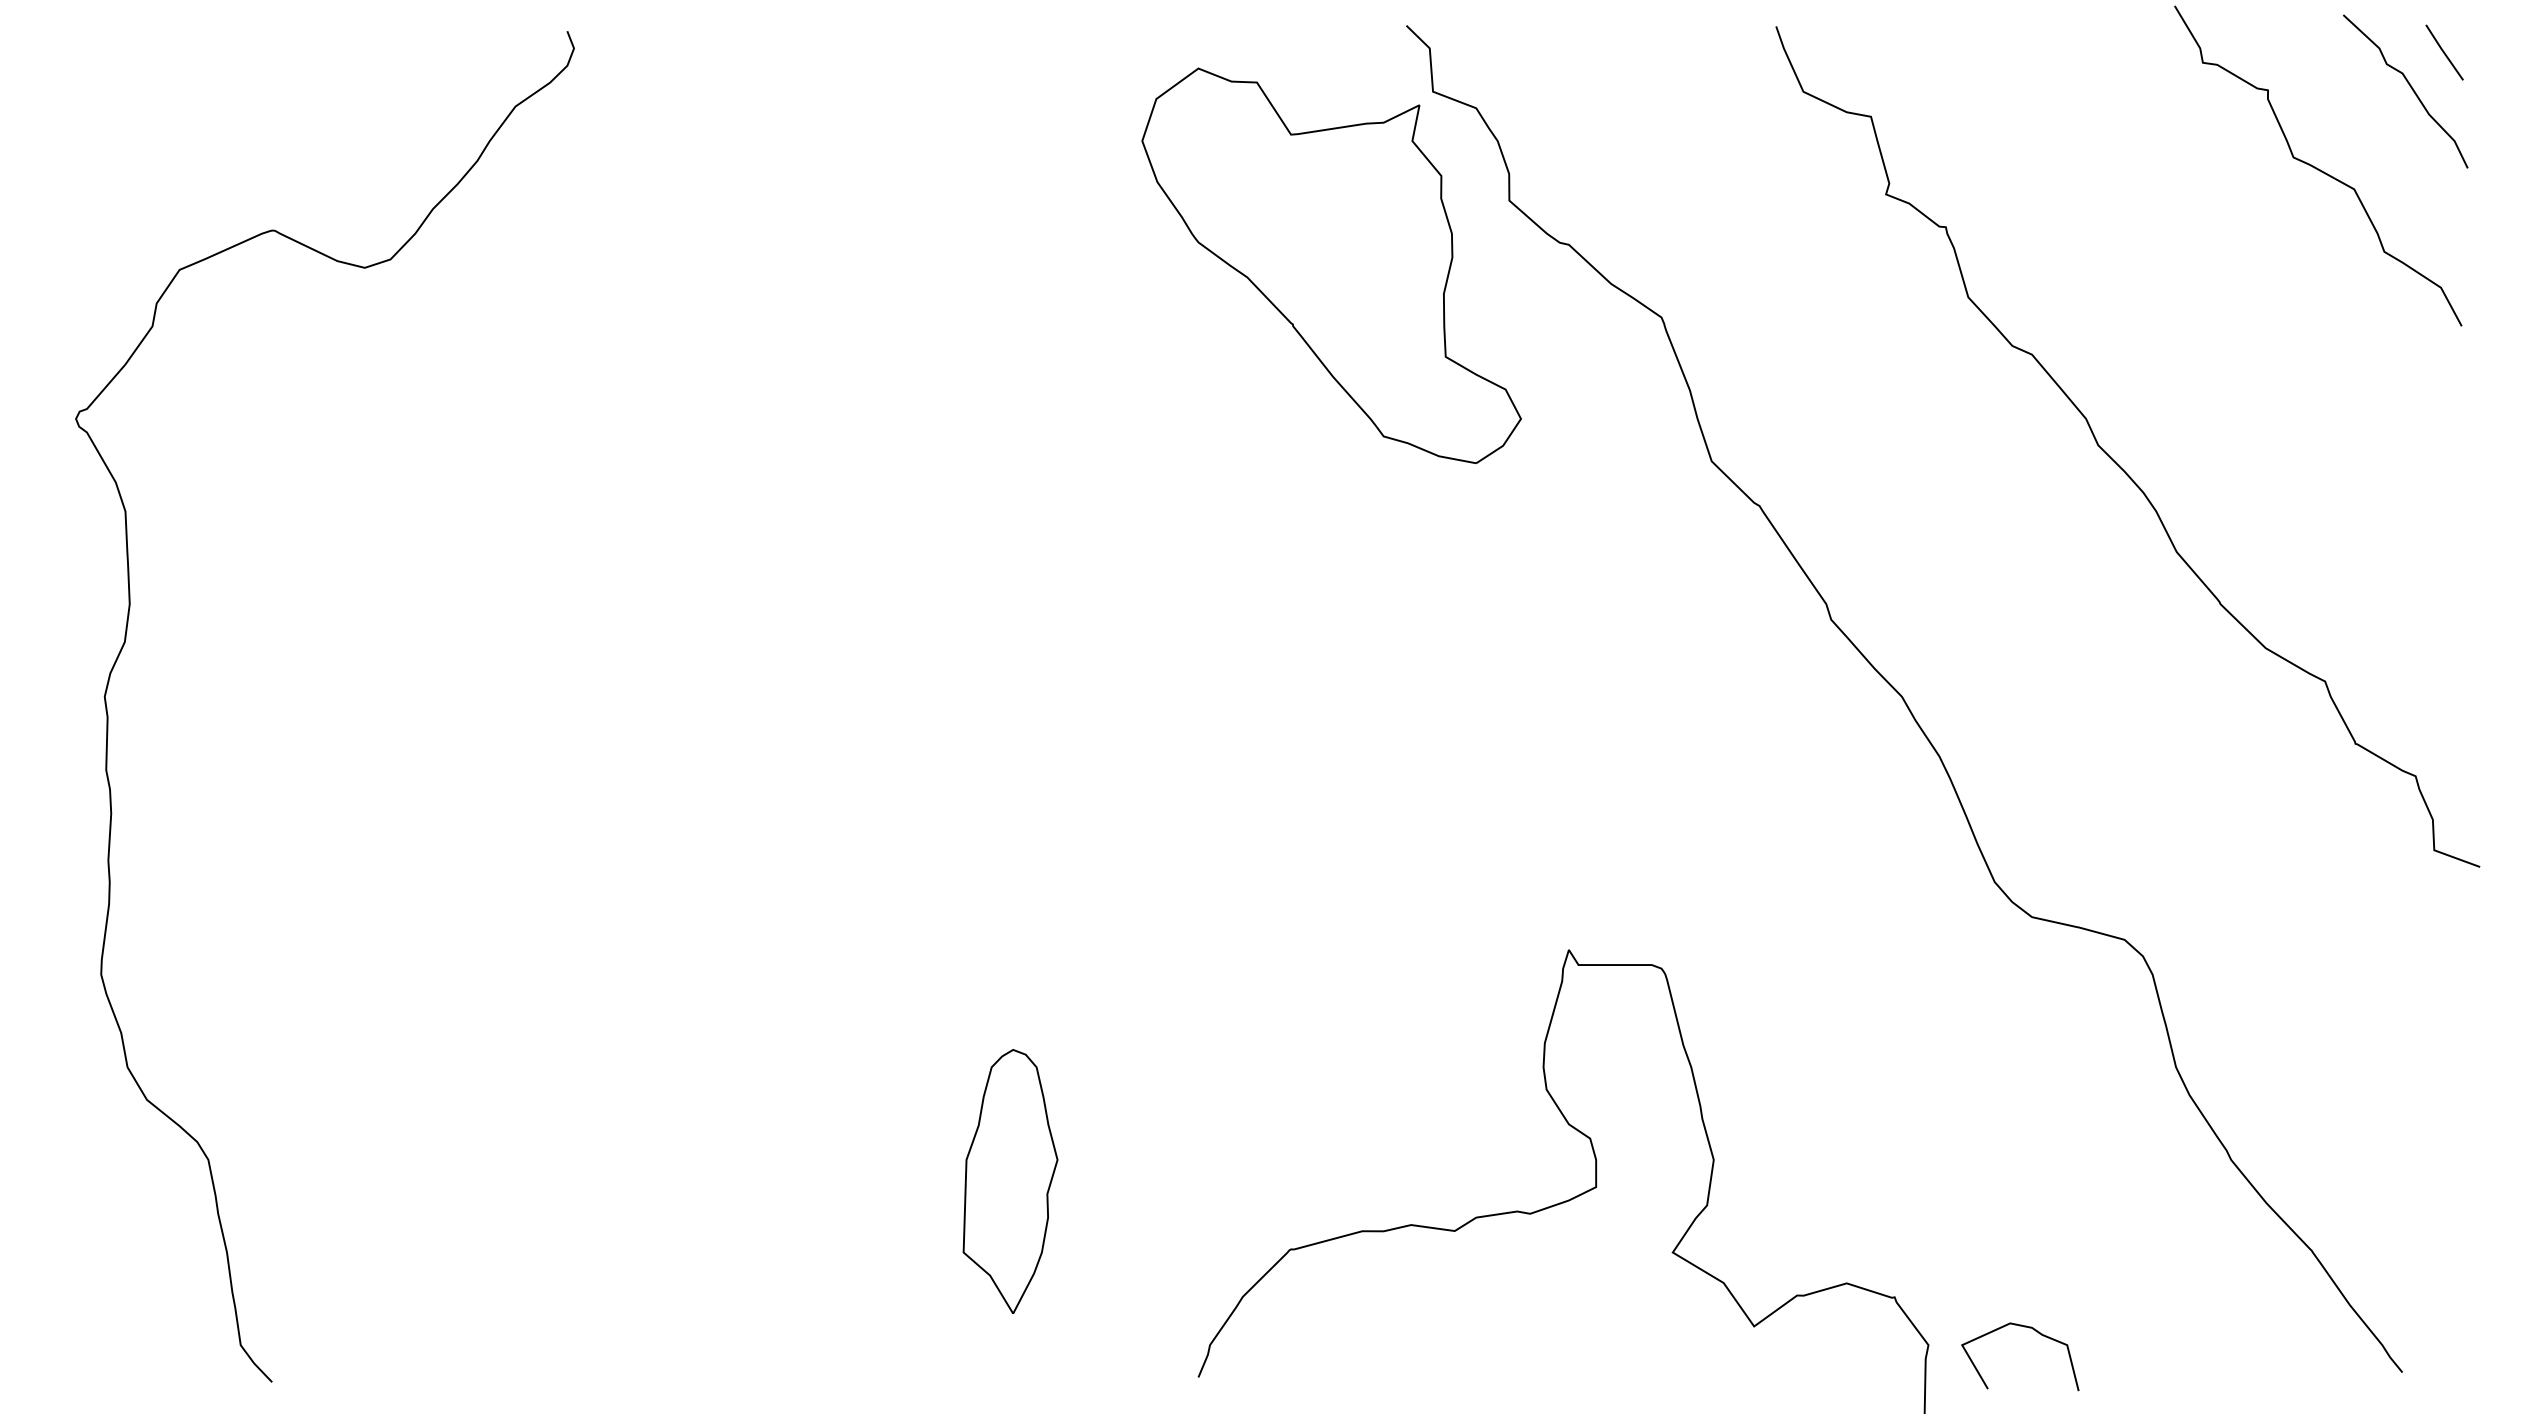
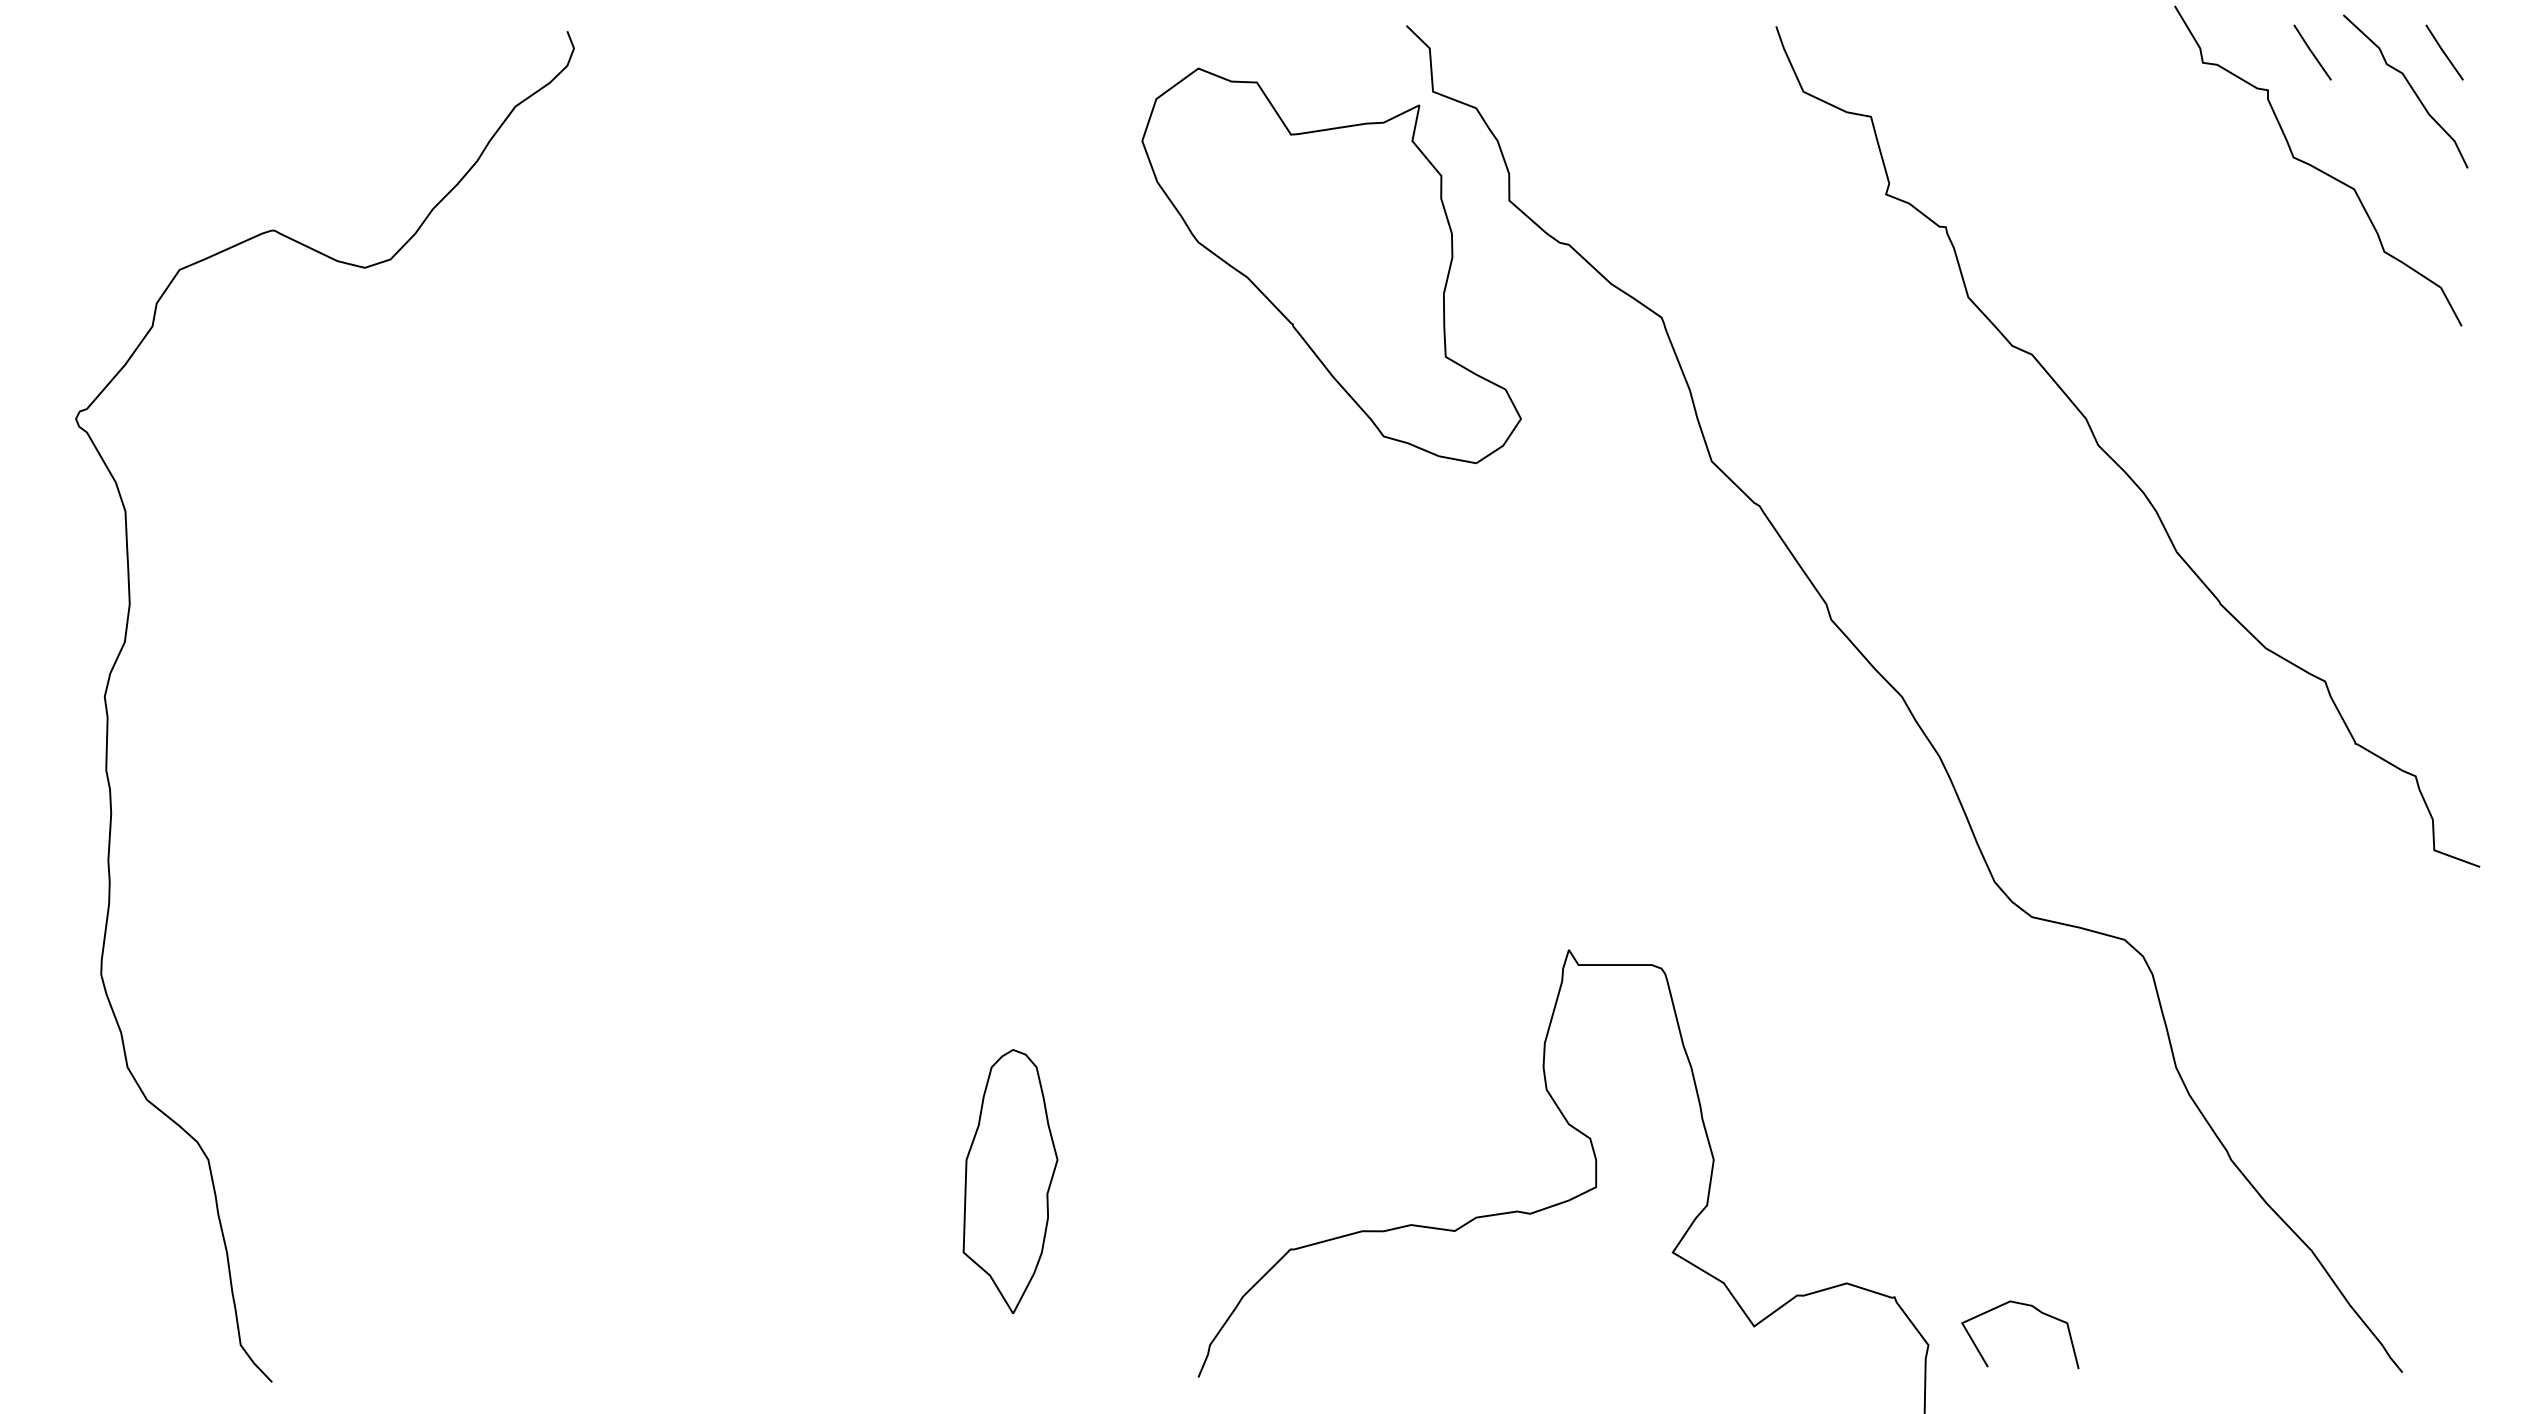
line at (2312, 52): none -> present
curve at (2039, 1334) position: (2039, 1334) -> (2039, 1312)
